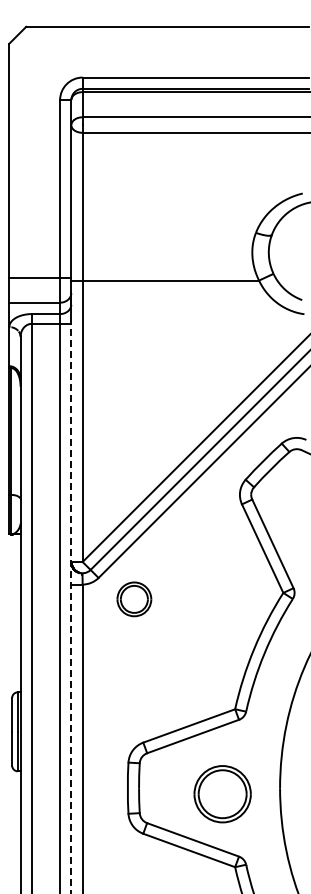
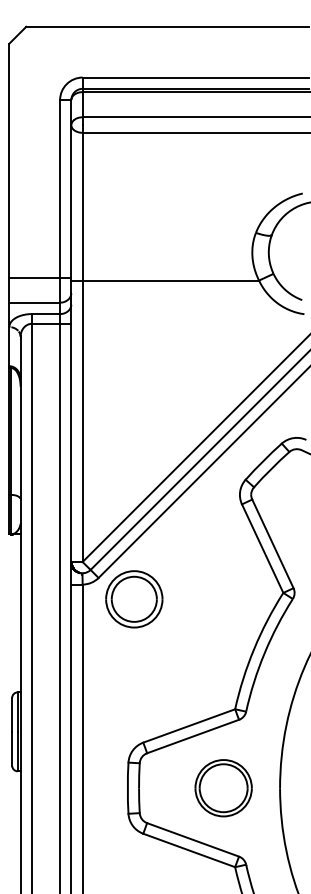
part at (134, 599) size: 37x37 px -> 59x59 px
line at (71, 608): dashed -> solid
part at (222, 794) position: (222, 794) -> (223, 788)
